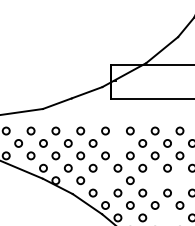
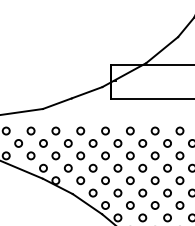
circle at (117, 143): none -> present
circle at (105, 180): none -> present
circle at (154, 180): none -> present
circle at (179, 180): none -> present
circle at (167, 217): none -> present
